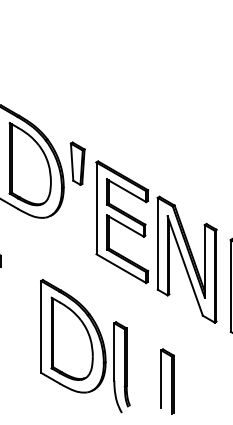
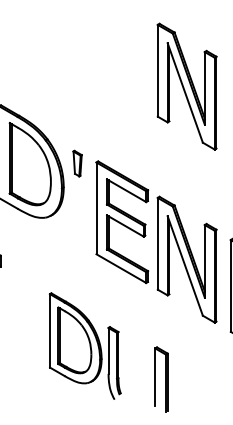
part at (186, 86): none -> present
part at (77, 163) size: 17x45 px -> 11x29 px
part at (85, 346) size: 91x135 px -> 74x108 px
part at (167, 381) position: (167, 381) -> (161, 379)
